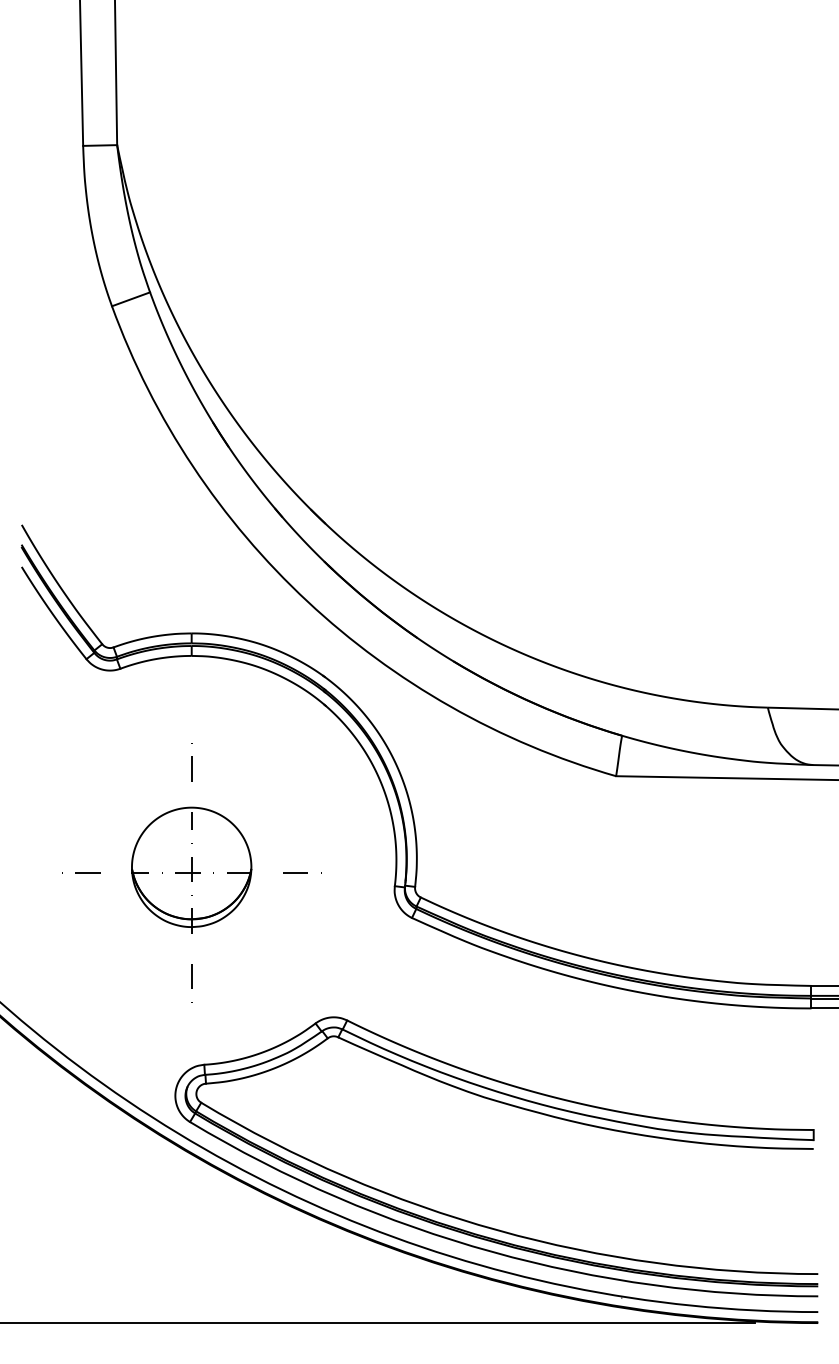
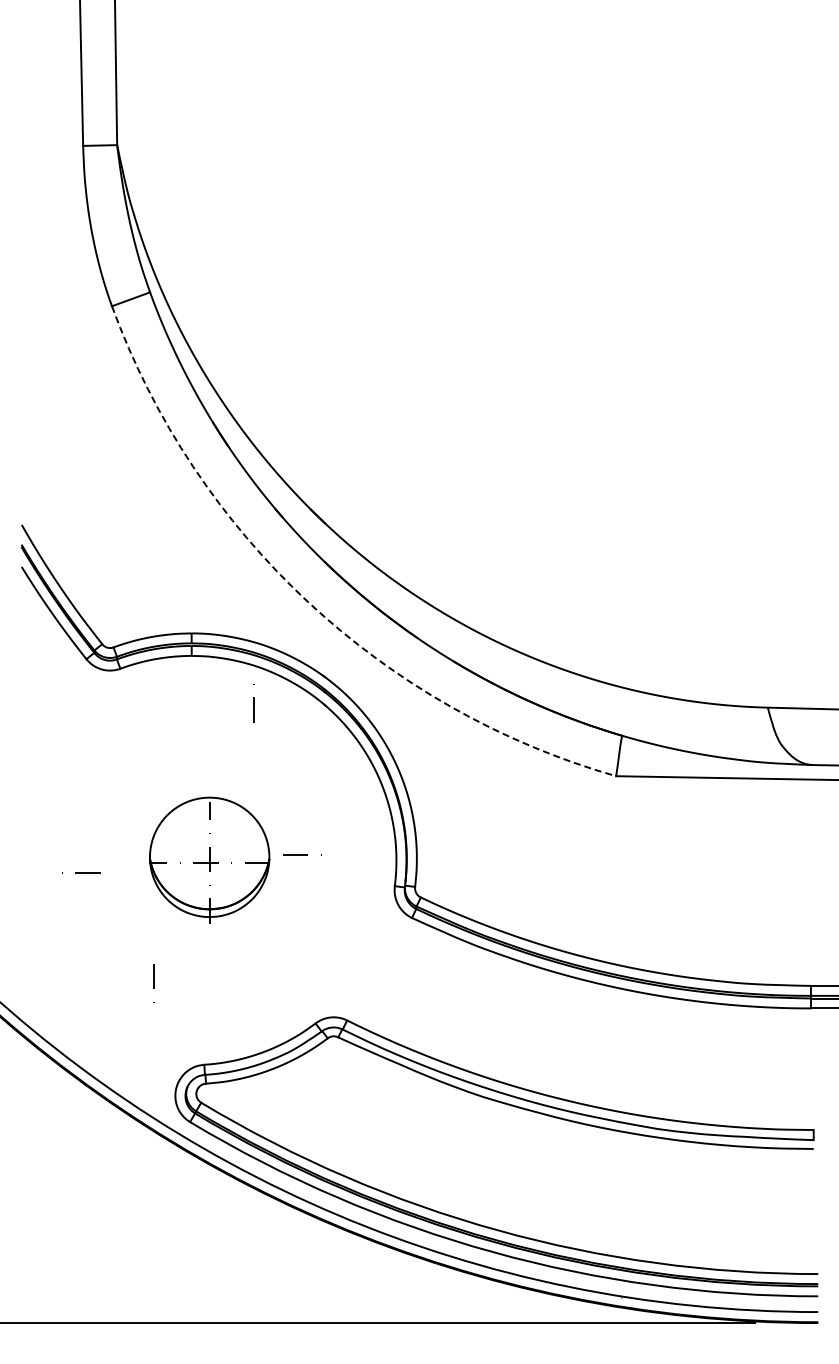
arc at (307, 601): solid -> dashed
line at (191, 762) position: (191, 762) -> (253, 703)
part at (191, 869) position: (191, 869) -> (209, 859)
line at (302, 872) position: (302, 872) -> (302, 854)
line at (191, 983) position: (191, 983) -> (153, 983)
